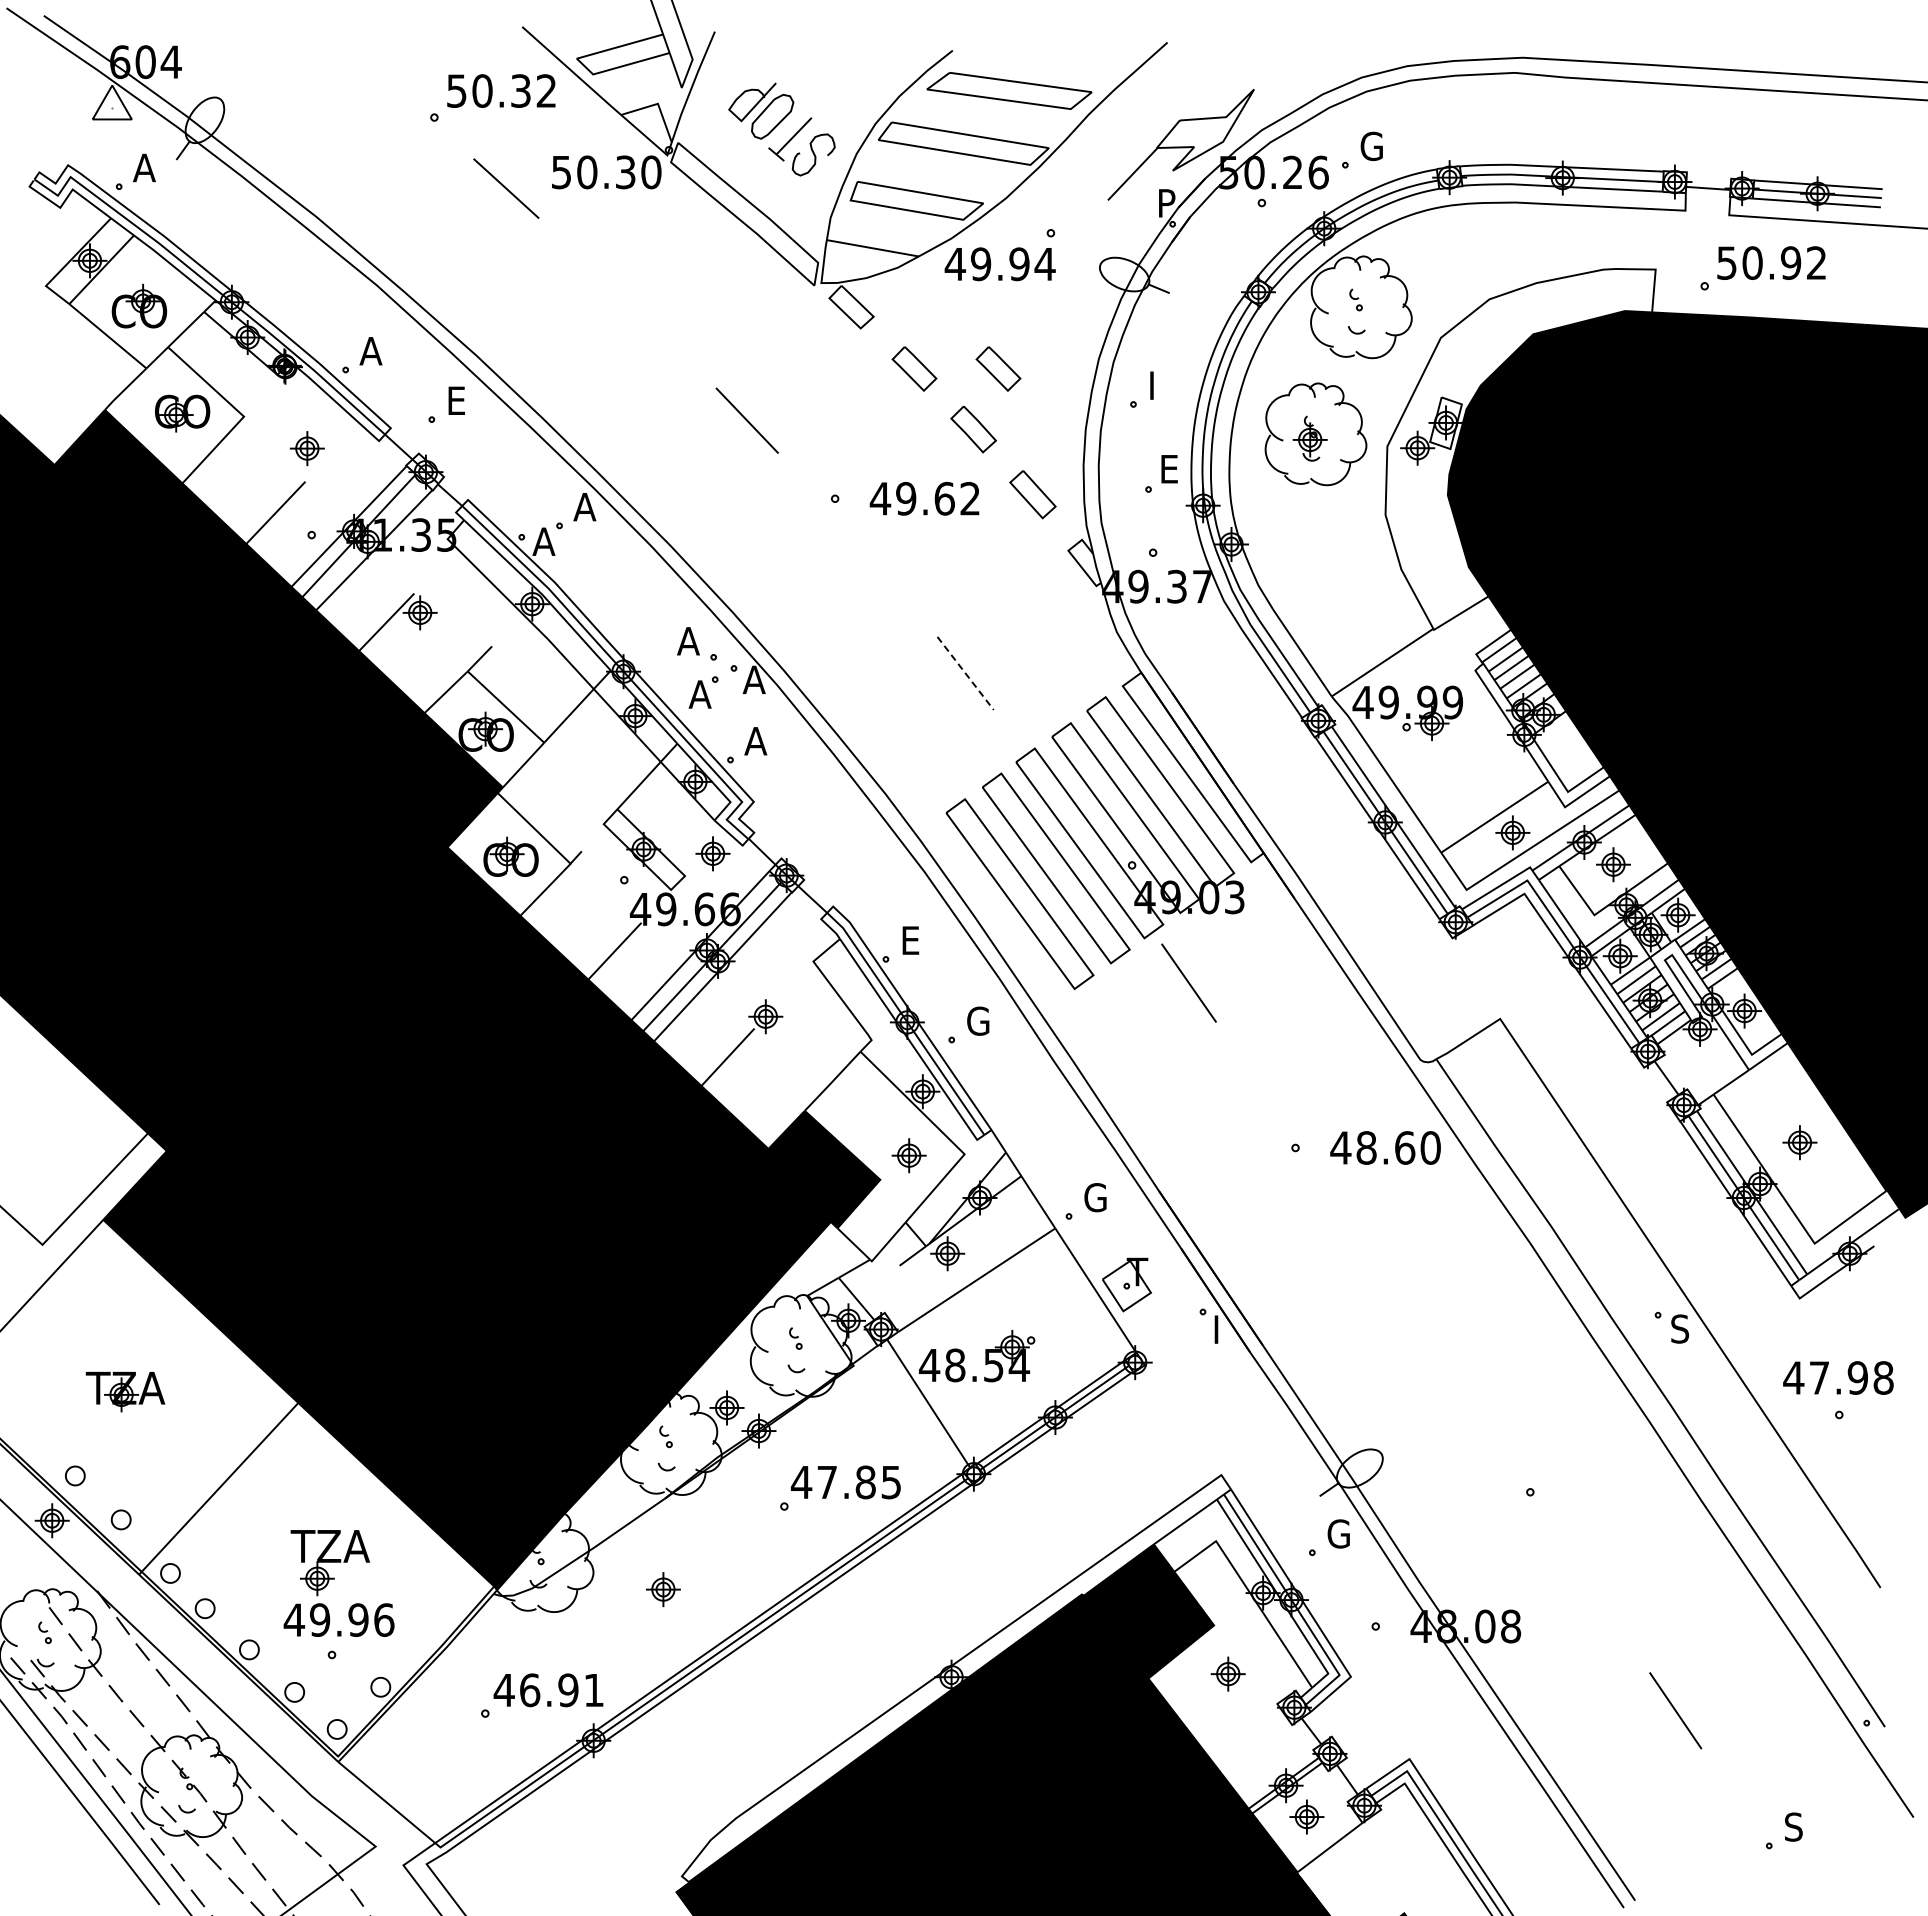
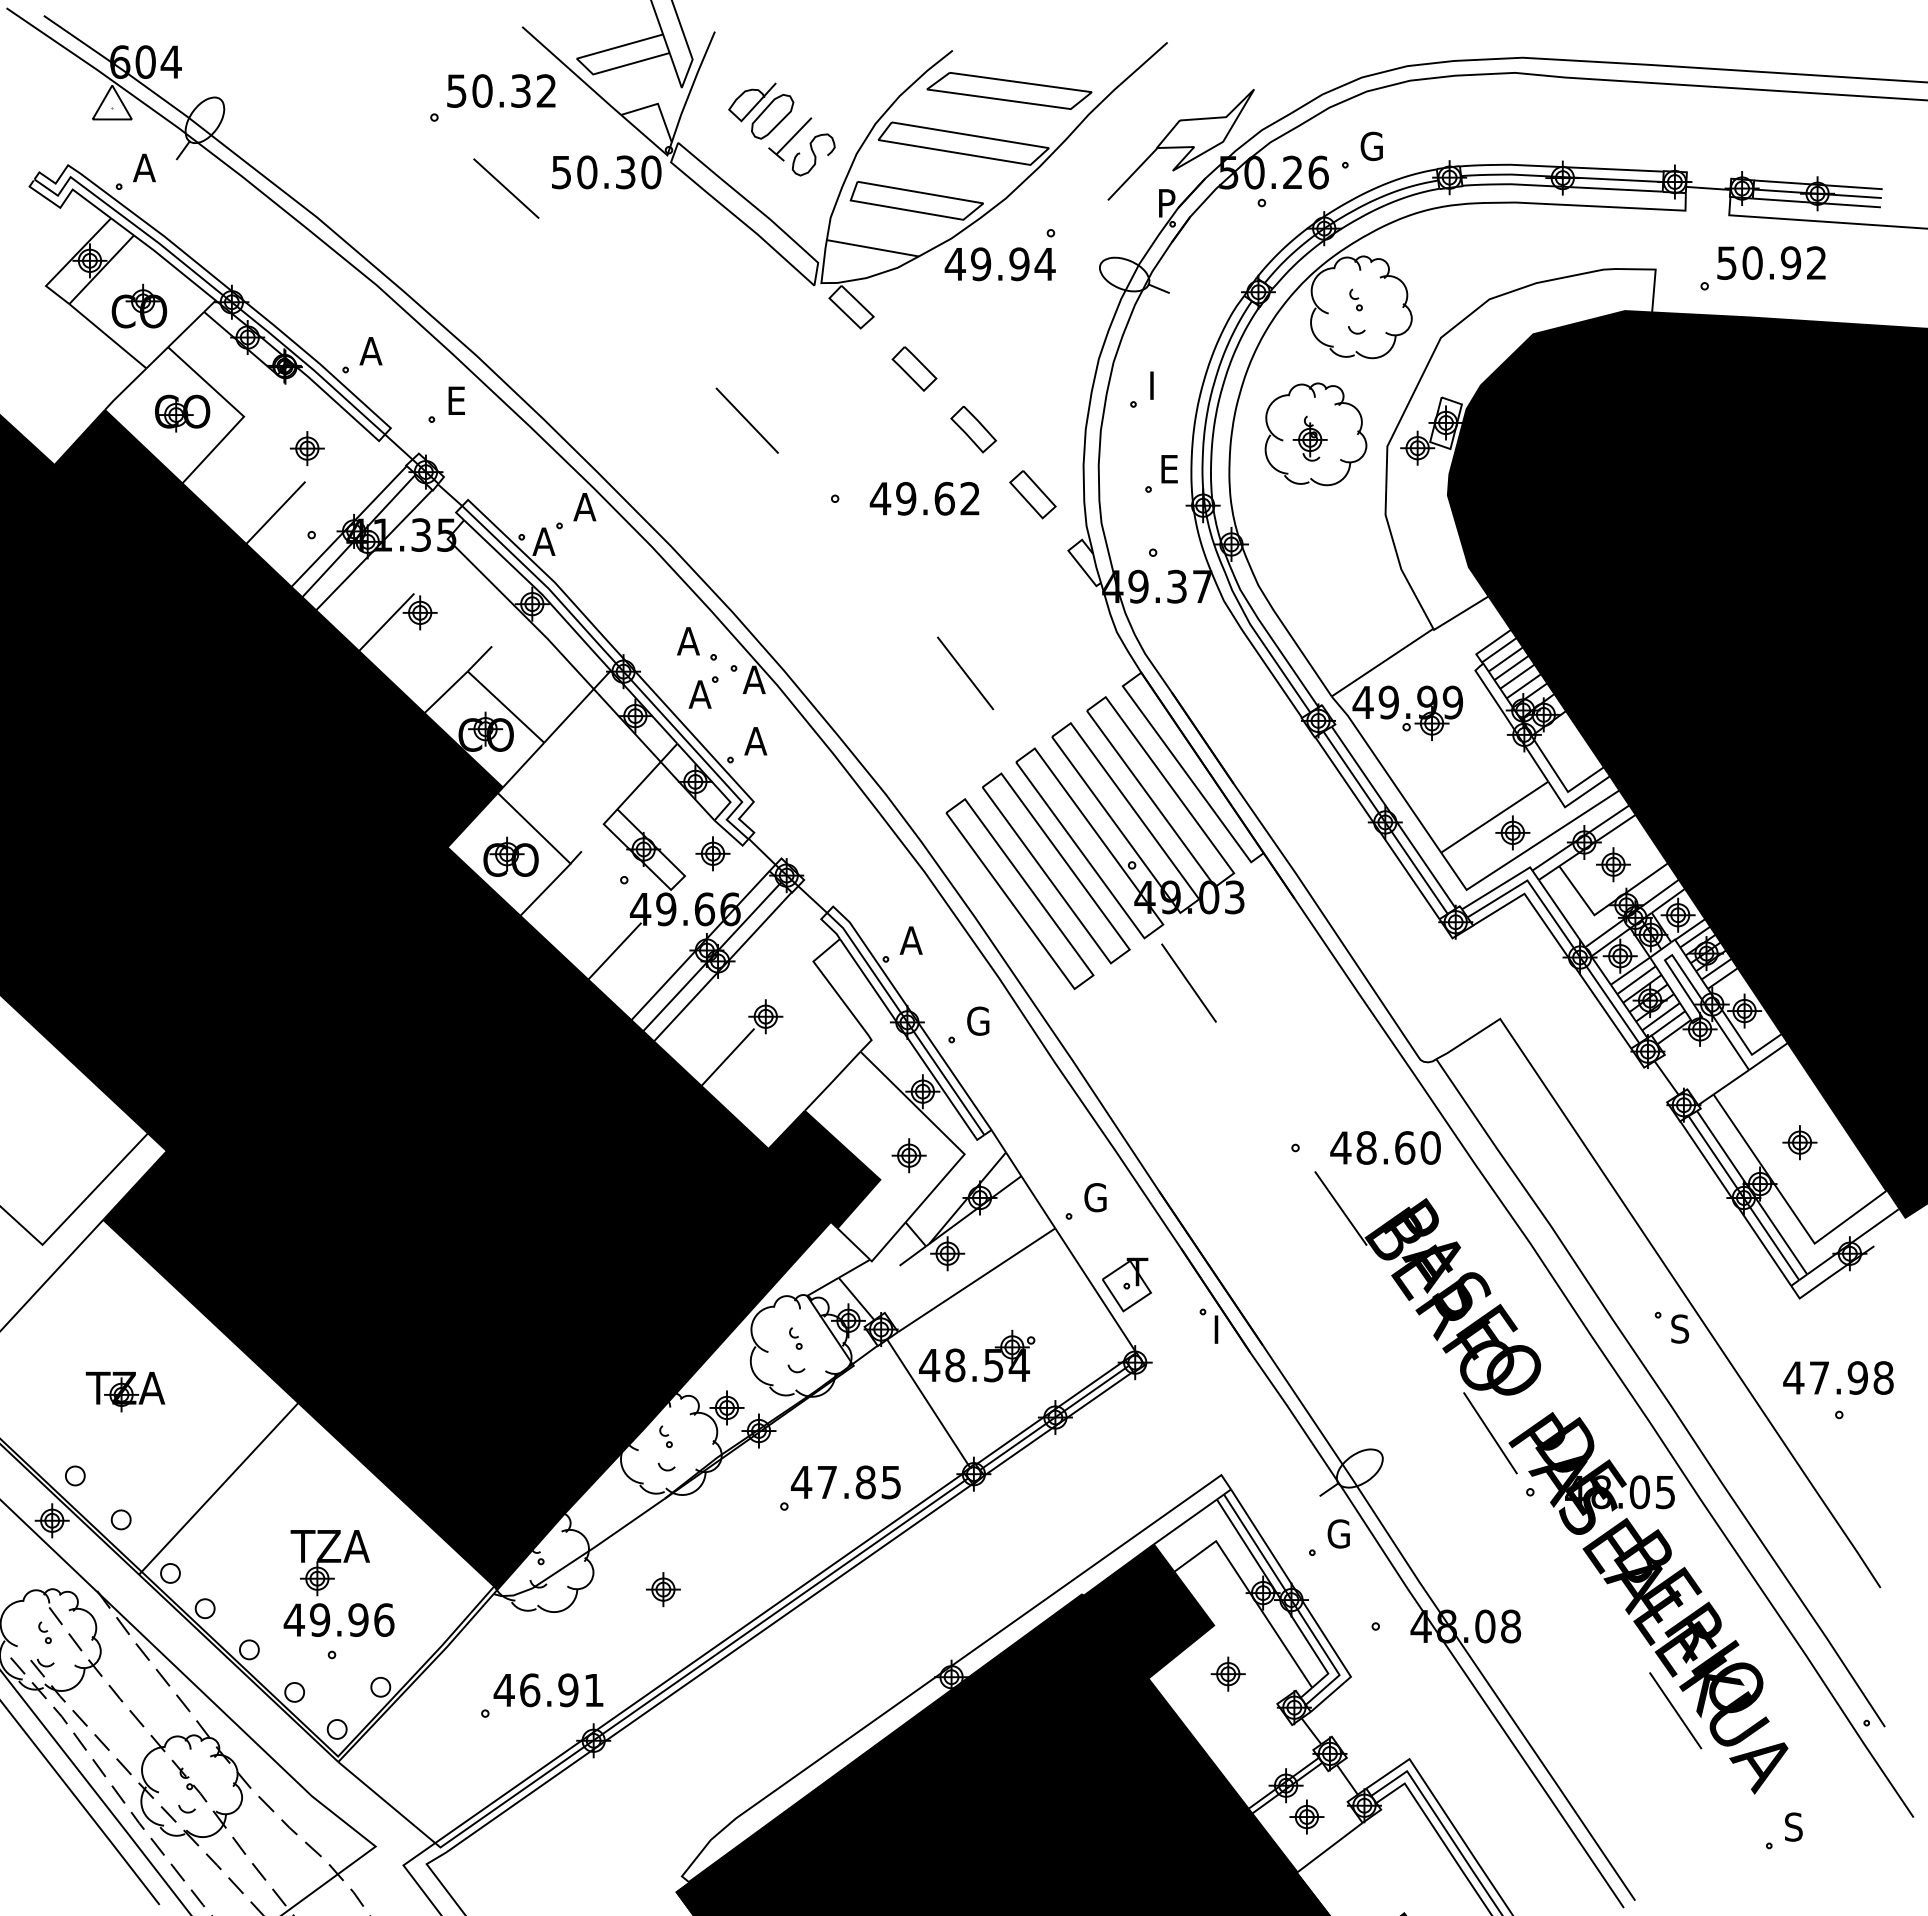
part at (998, 368): present -> none
line at (965, 673): dashed -> solid
text at (910, 940): E -> A
part at (1551, 1482): none -> present
